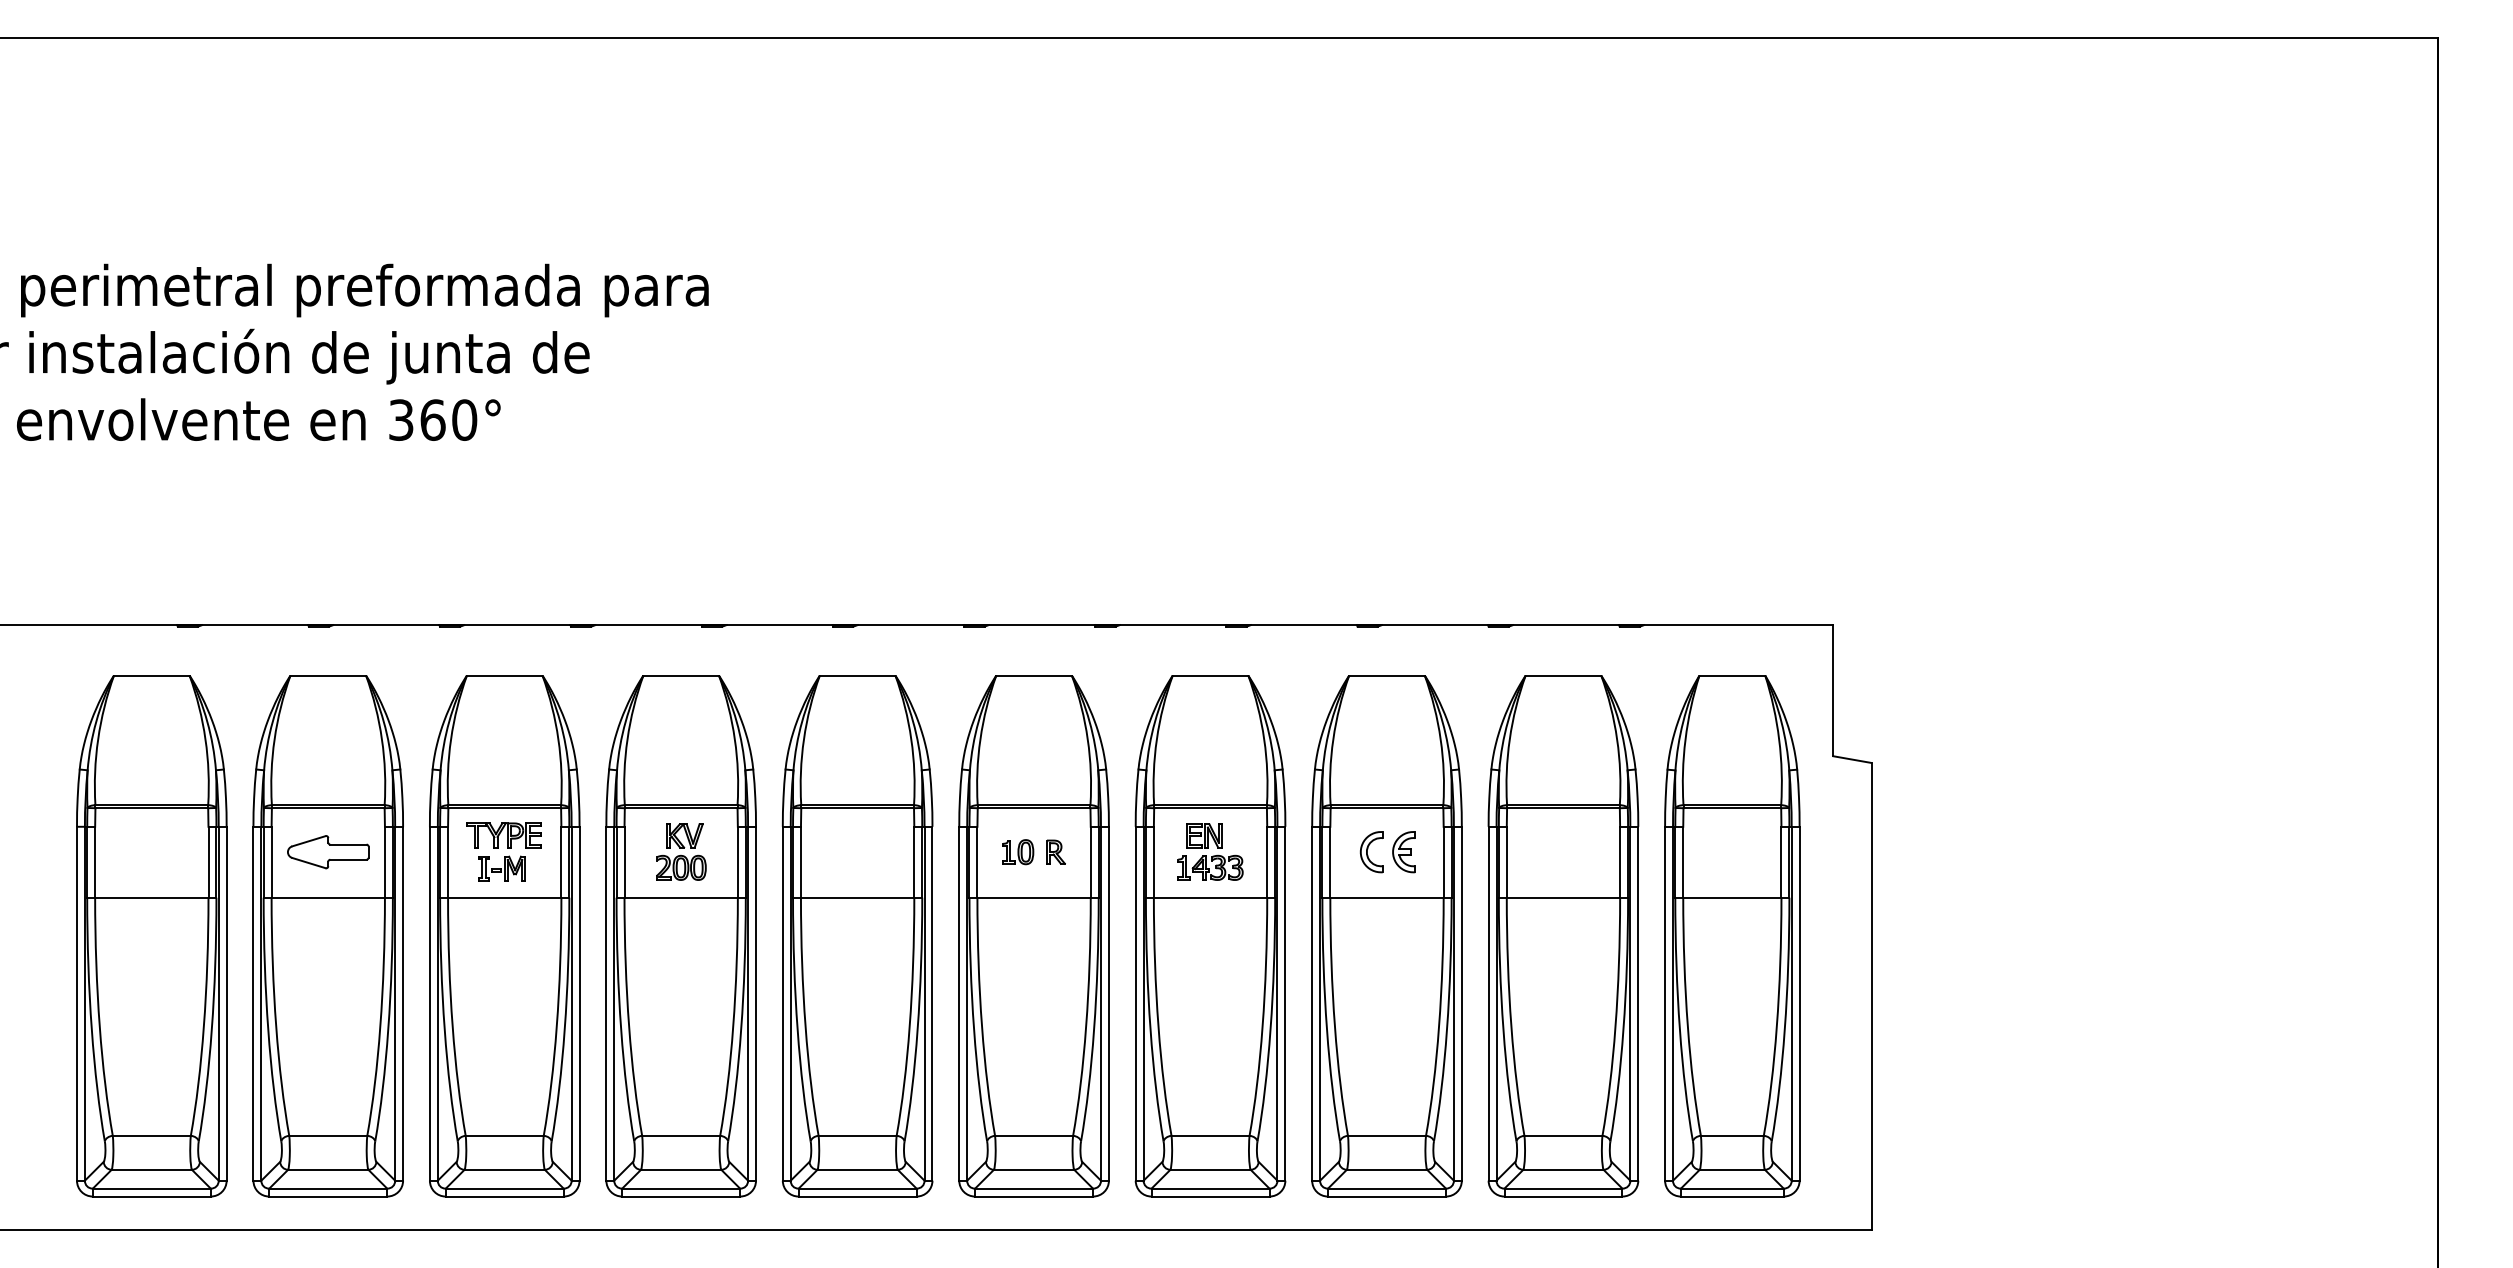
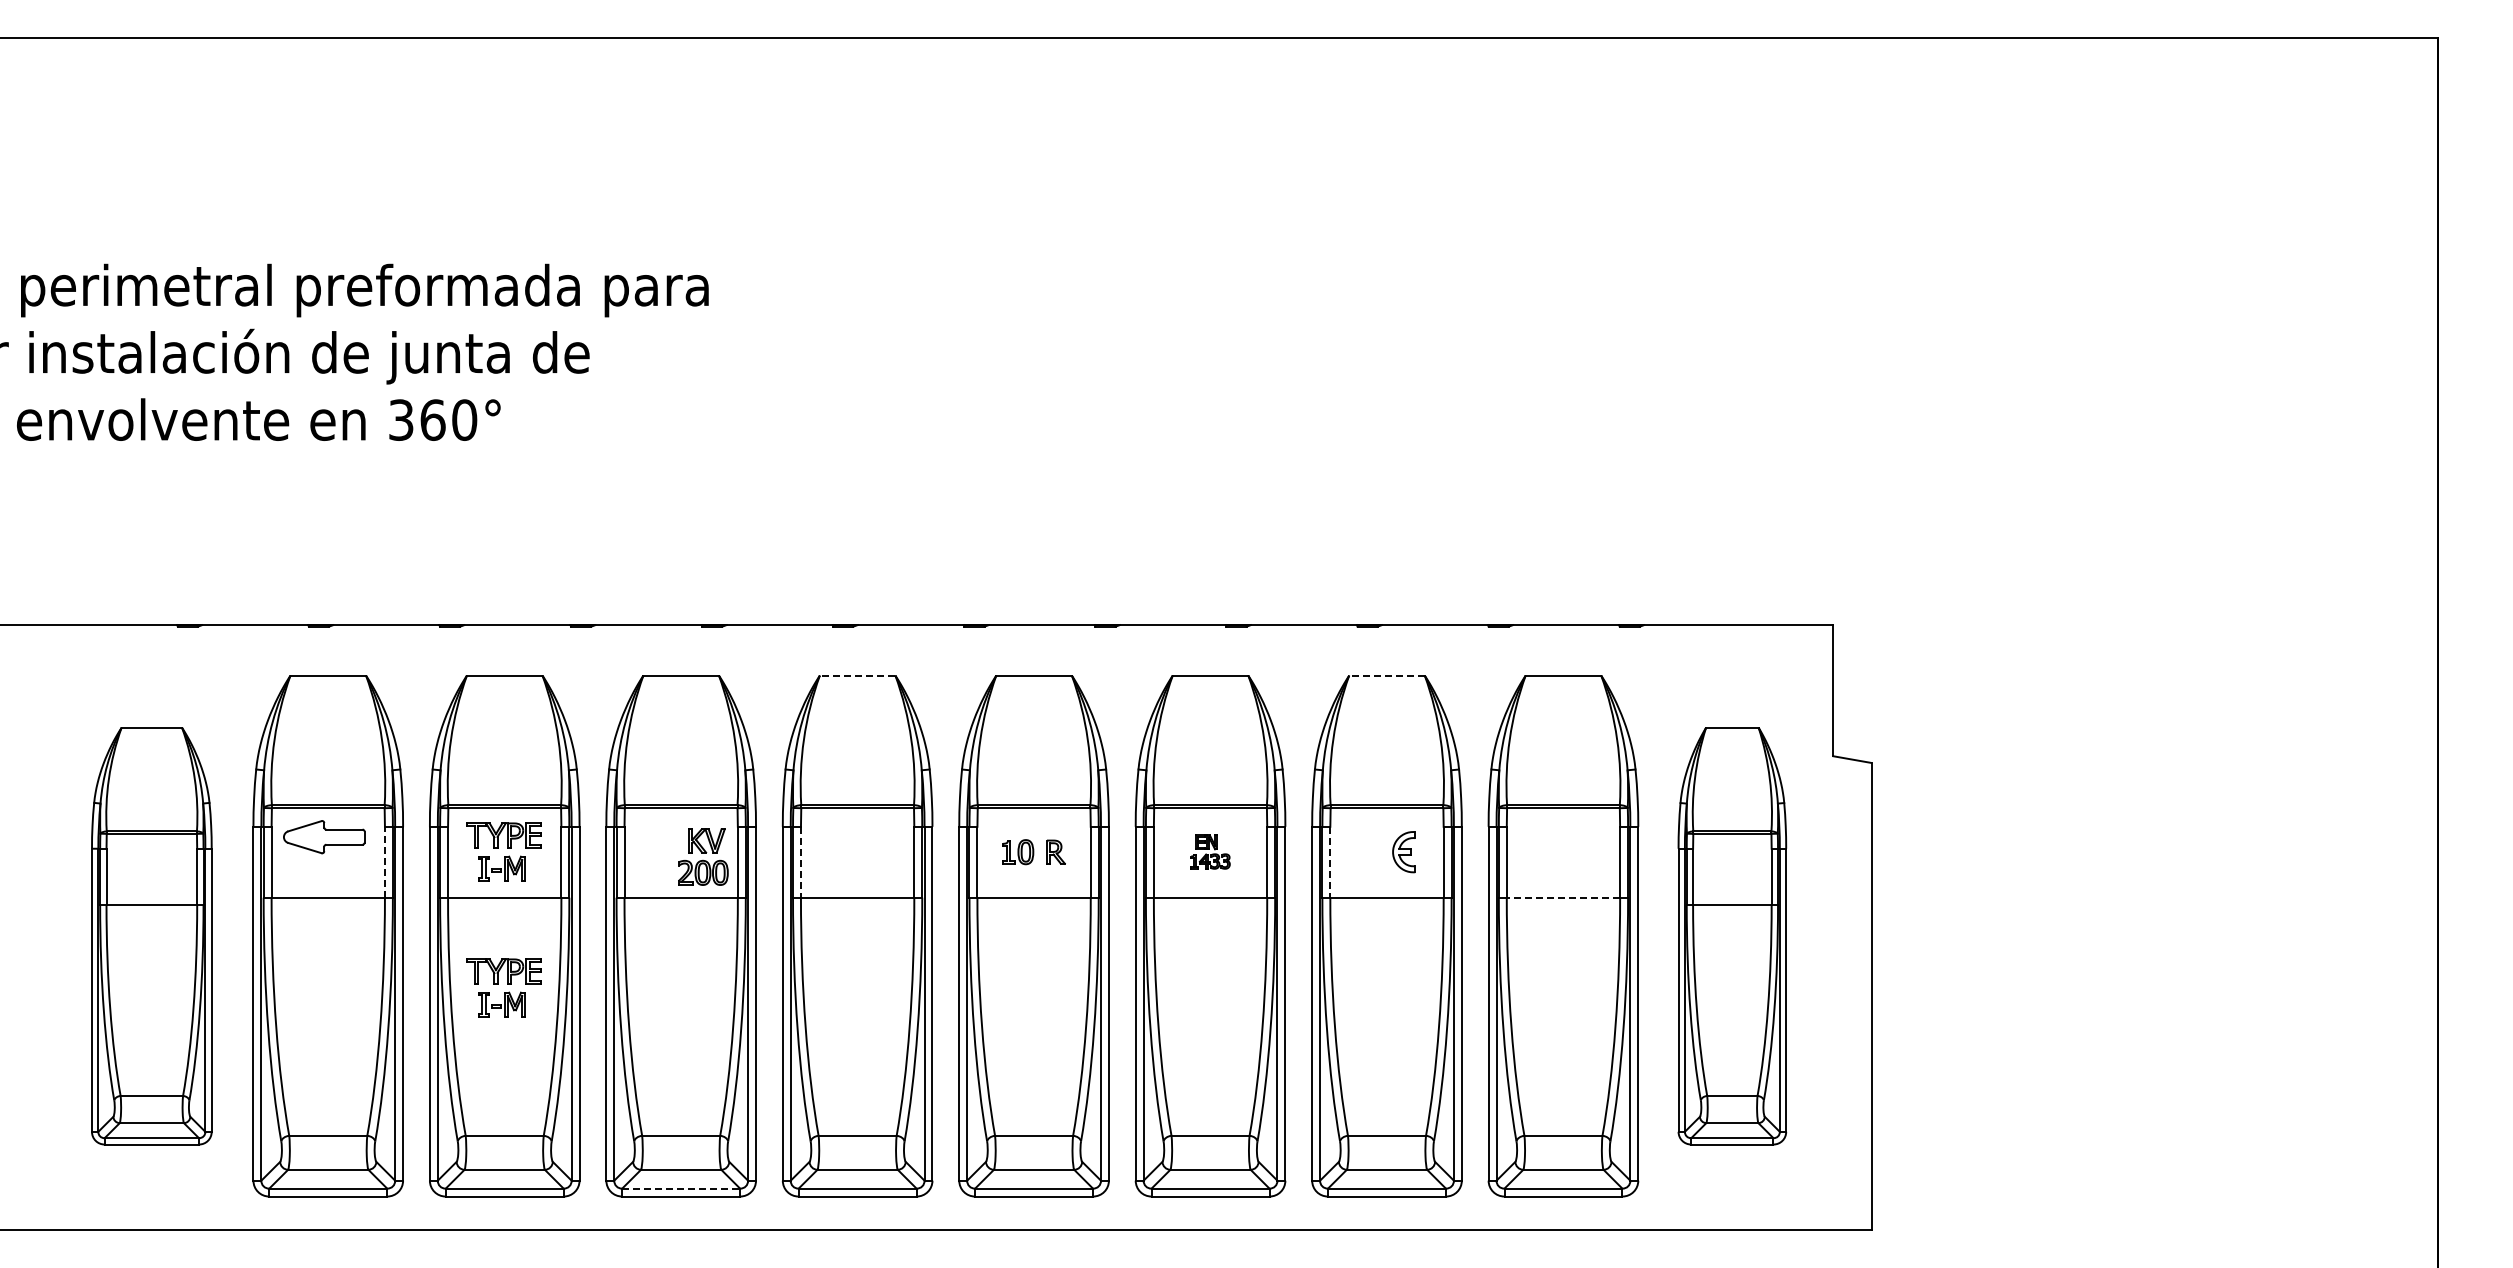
line at (857, 675): solid -> dashed
line at (1387, 675): solid -> dashed
part at (681, 851) position: (681, 851) -> (703, 856)
part at (1210, 851) size: 67x58 px -> 41x36 px
part at (328, 852) position: (328, 852) -> (324, 837)
part at (1371, 852): present -> none
line at (384, 861): solid -> dashed
line at (800, 862): solid -> dashed
line at (1330, 862): solid -> dashed
line at (1563, 897): solid -> dashed
part at (151, 936) size: 152x523 px -> 122x419 px
part at (1732, 936) size: 137x523 px -> 111x419 px
part at (503, 987): none -> present
line at (681, 1188): solid -> dashed
